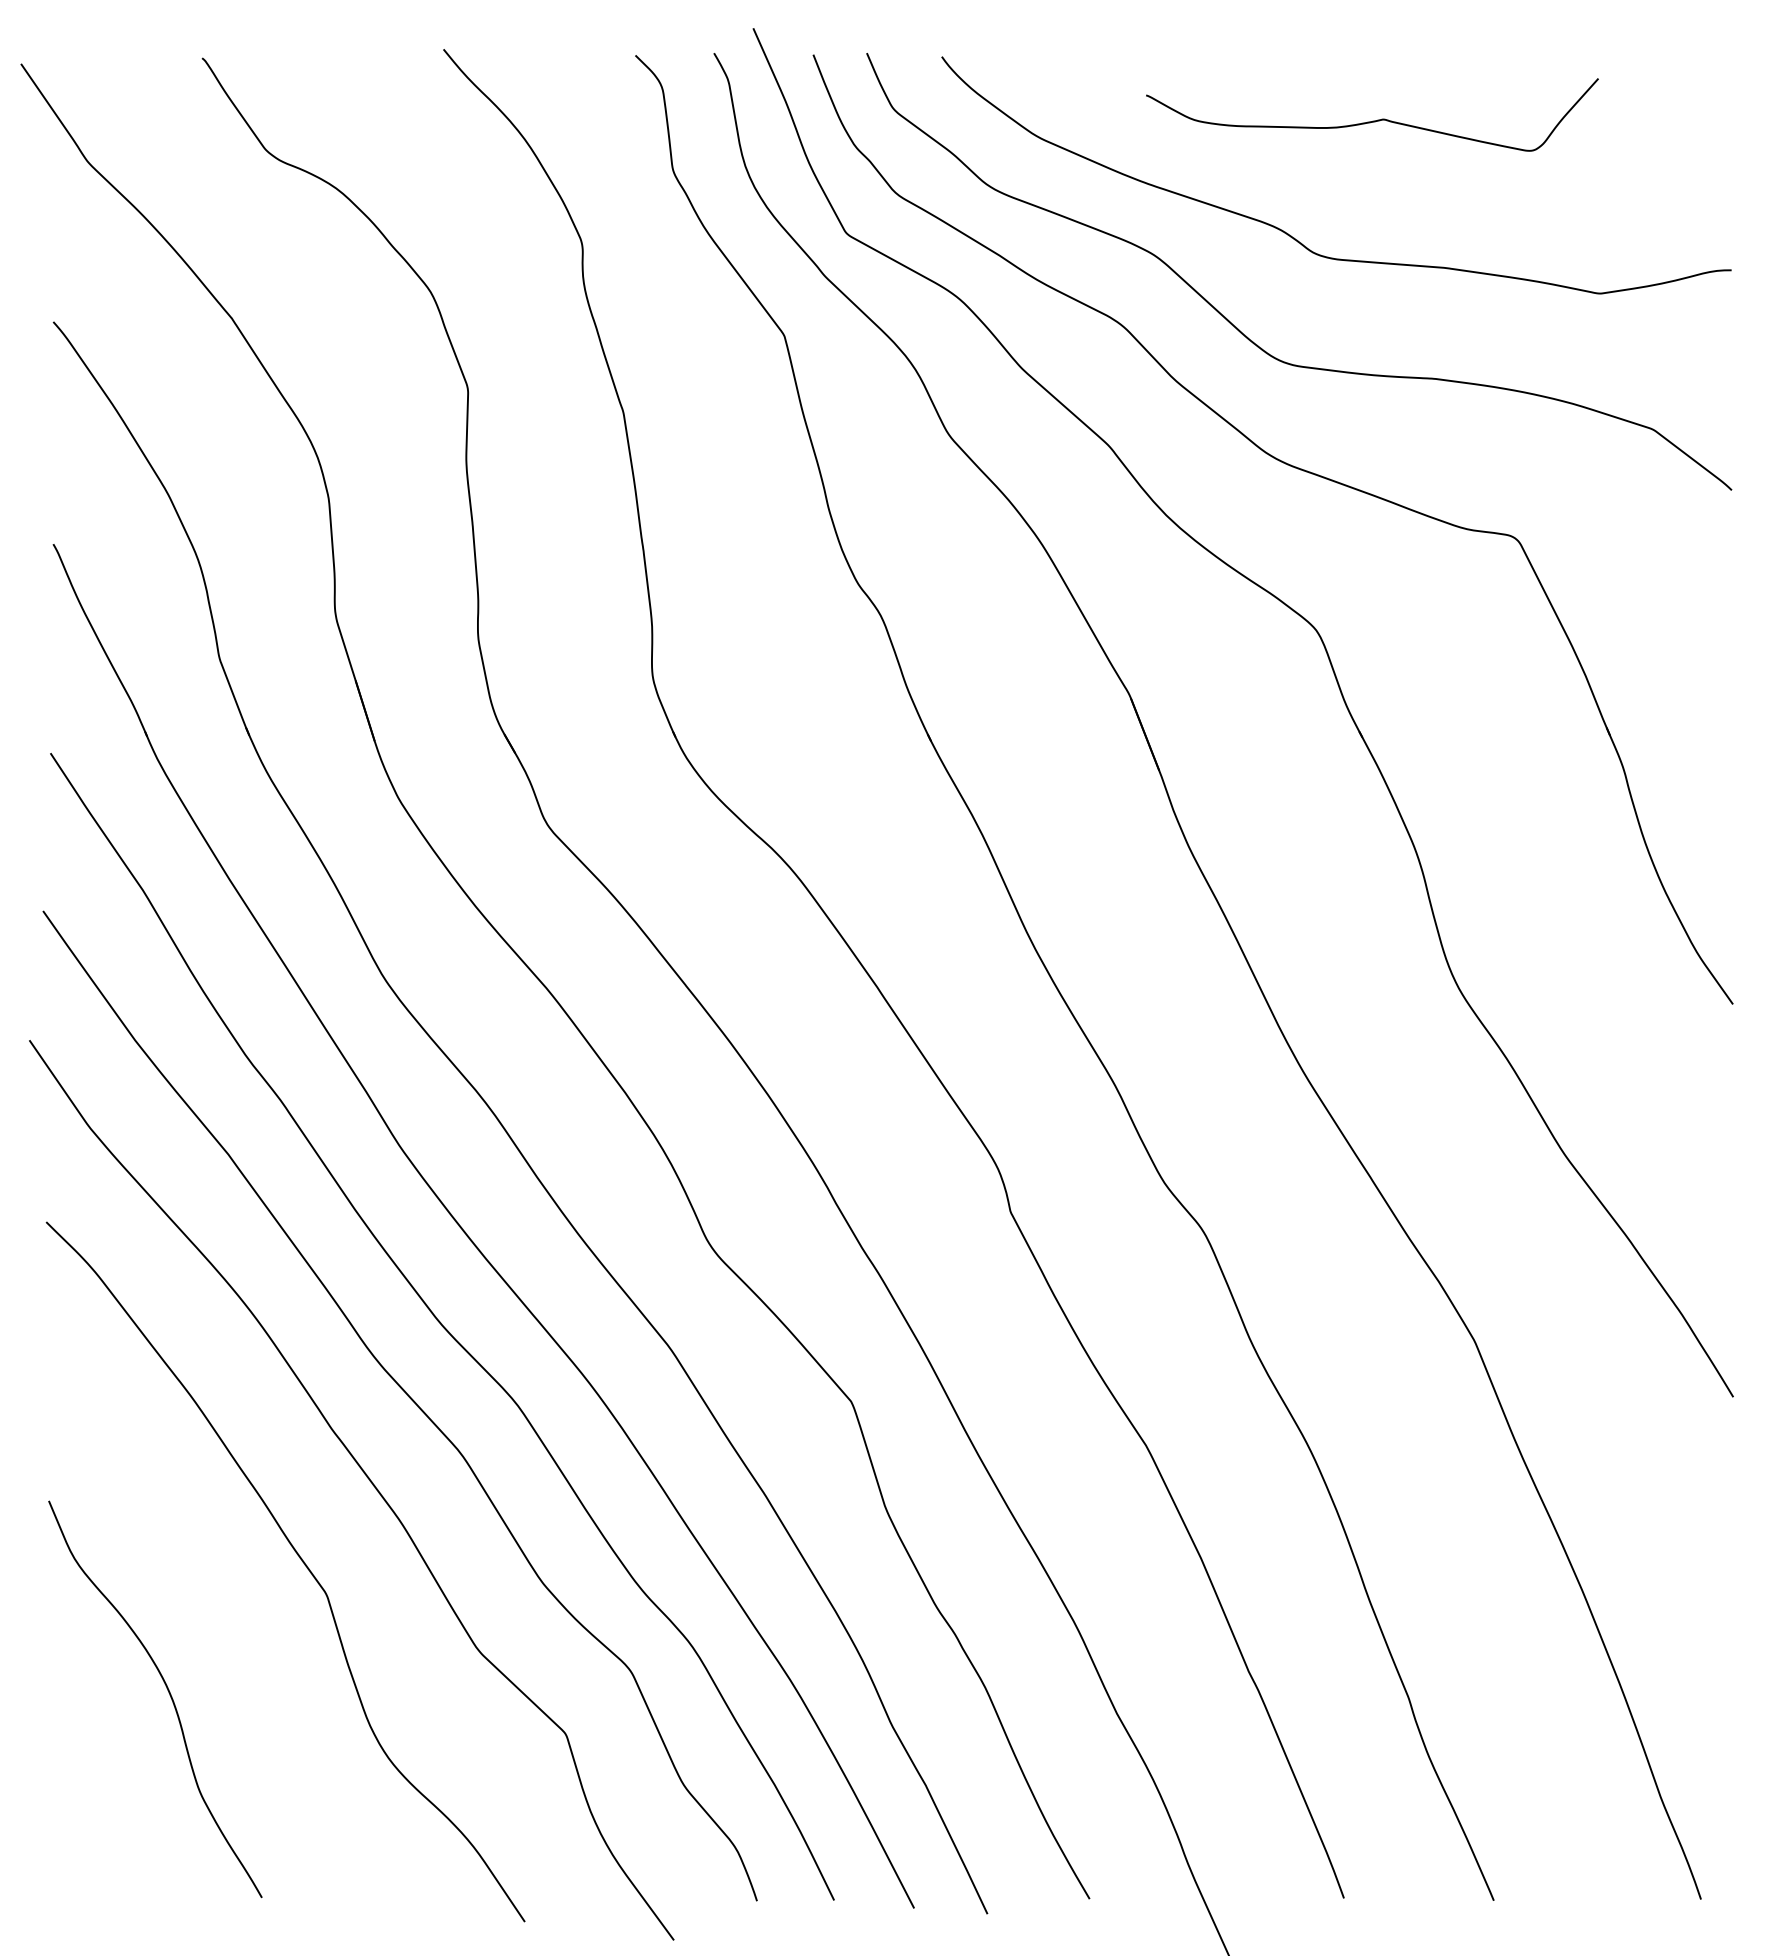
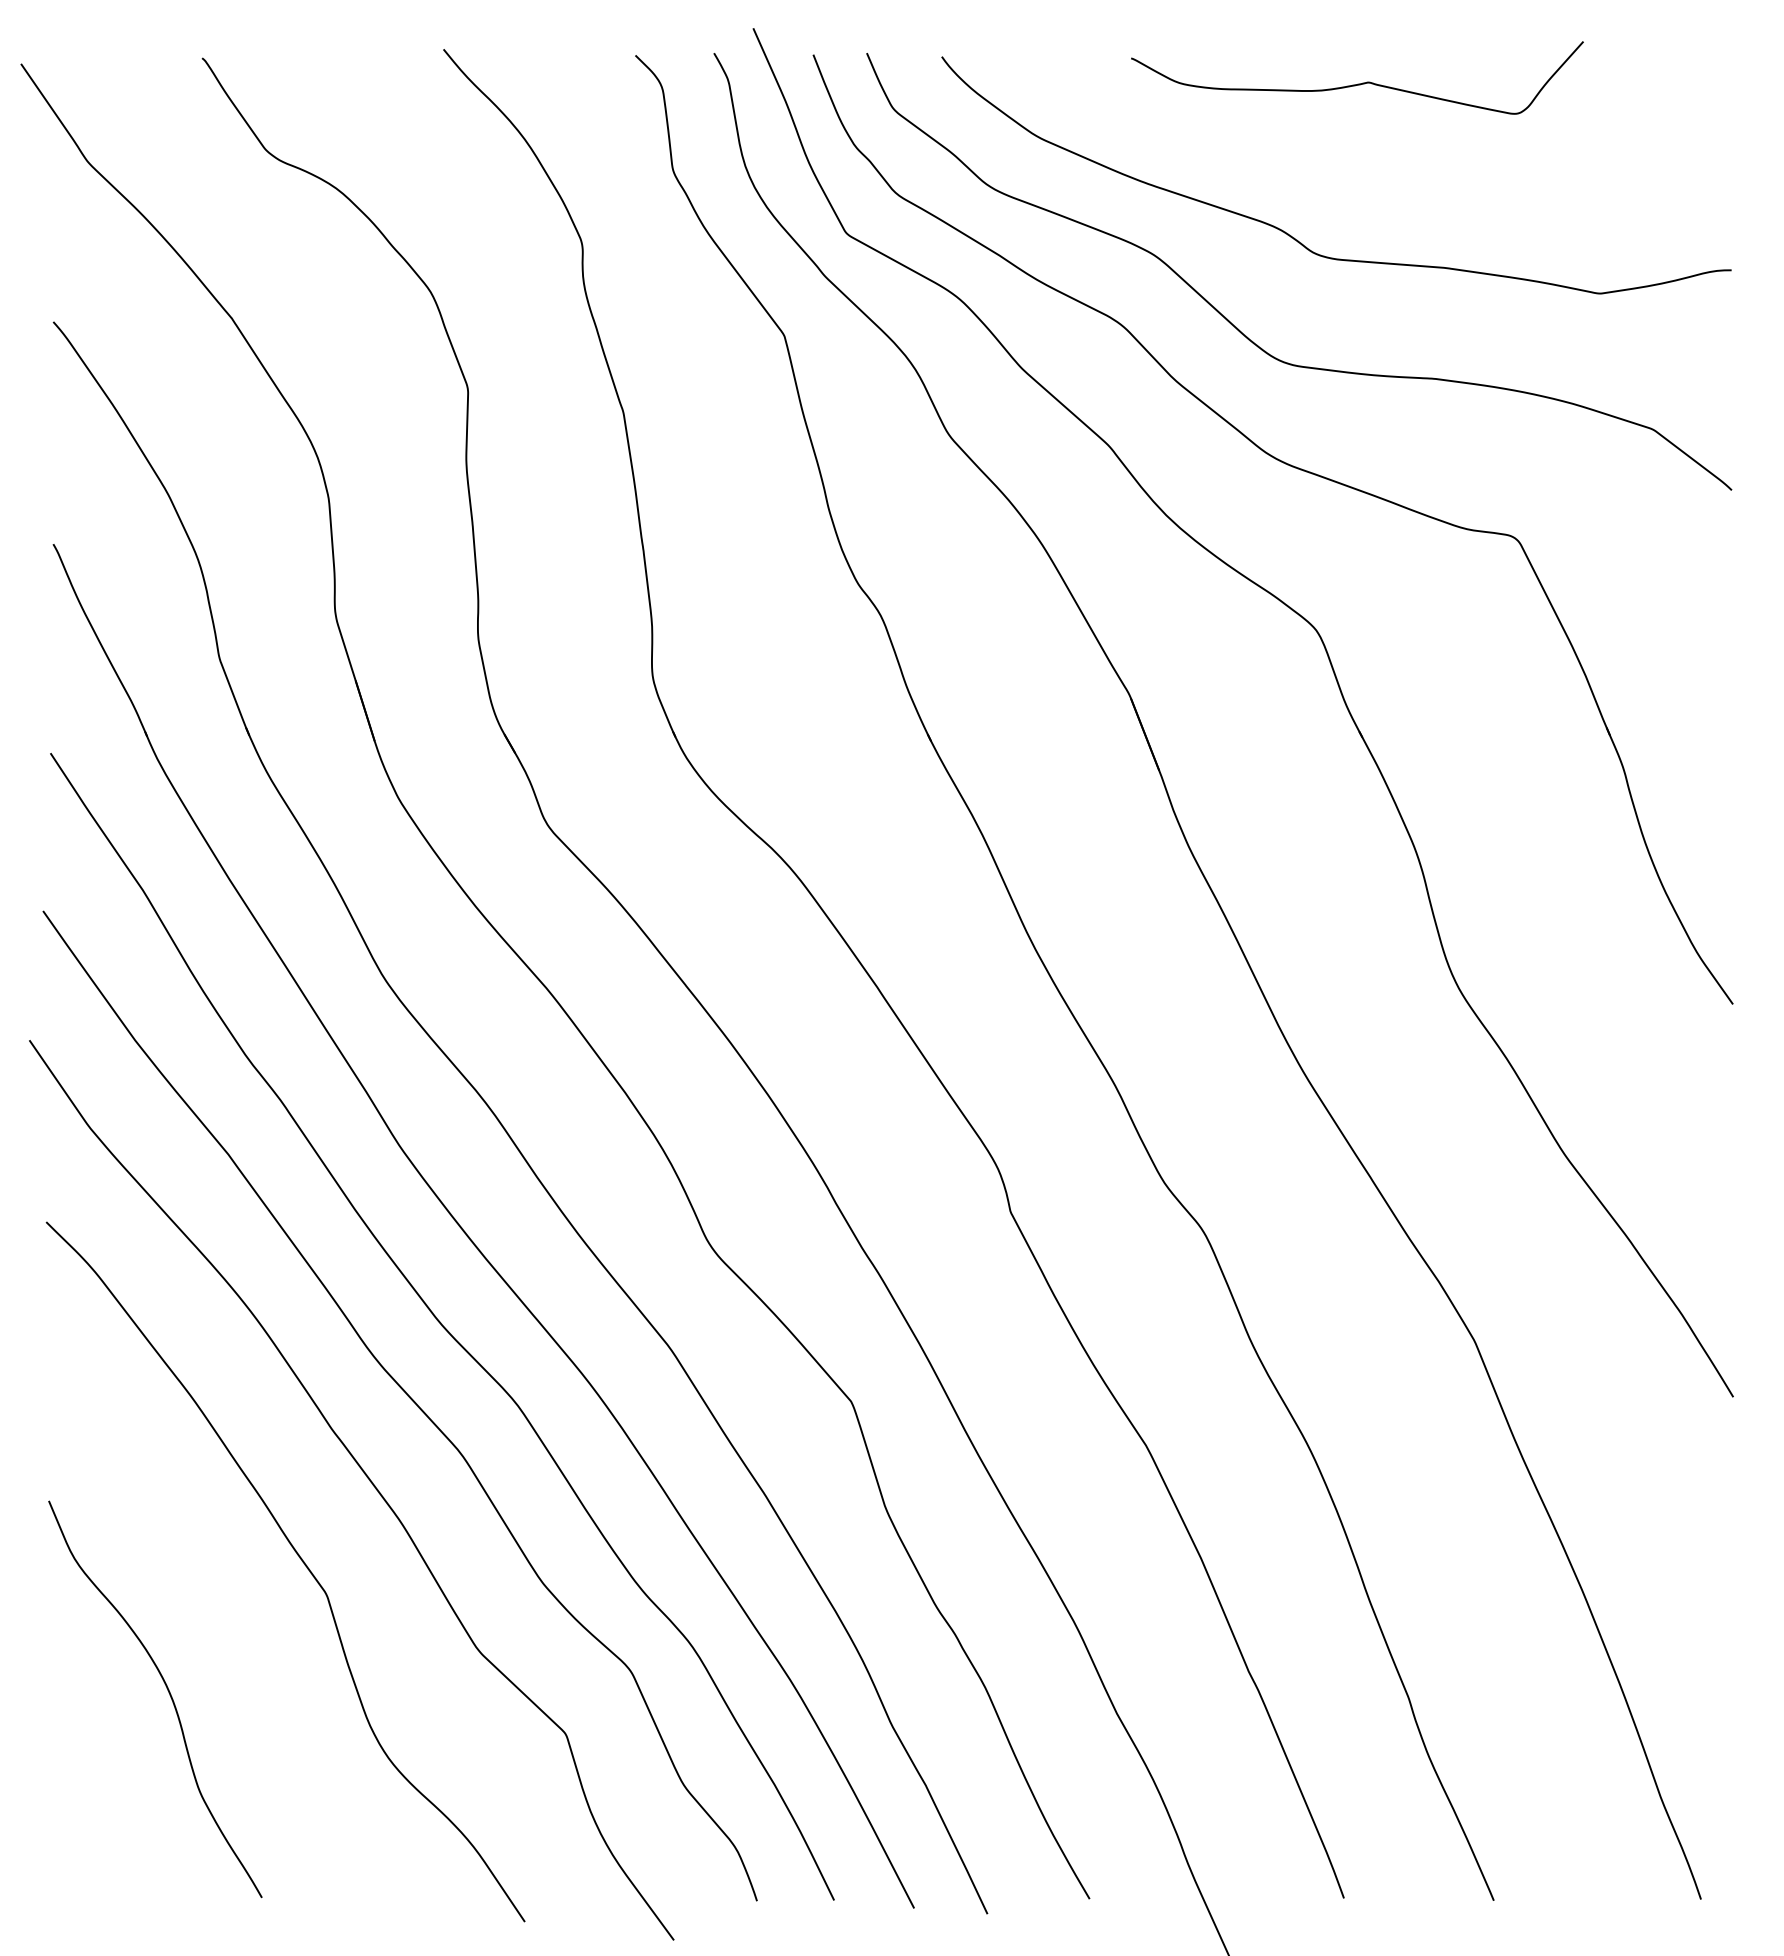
curve at (1372, 120) position: (1372, 120) -> (1357, 83)
